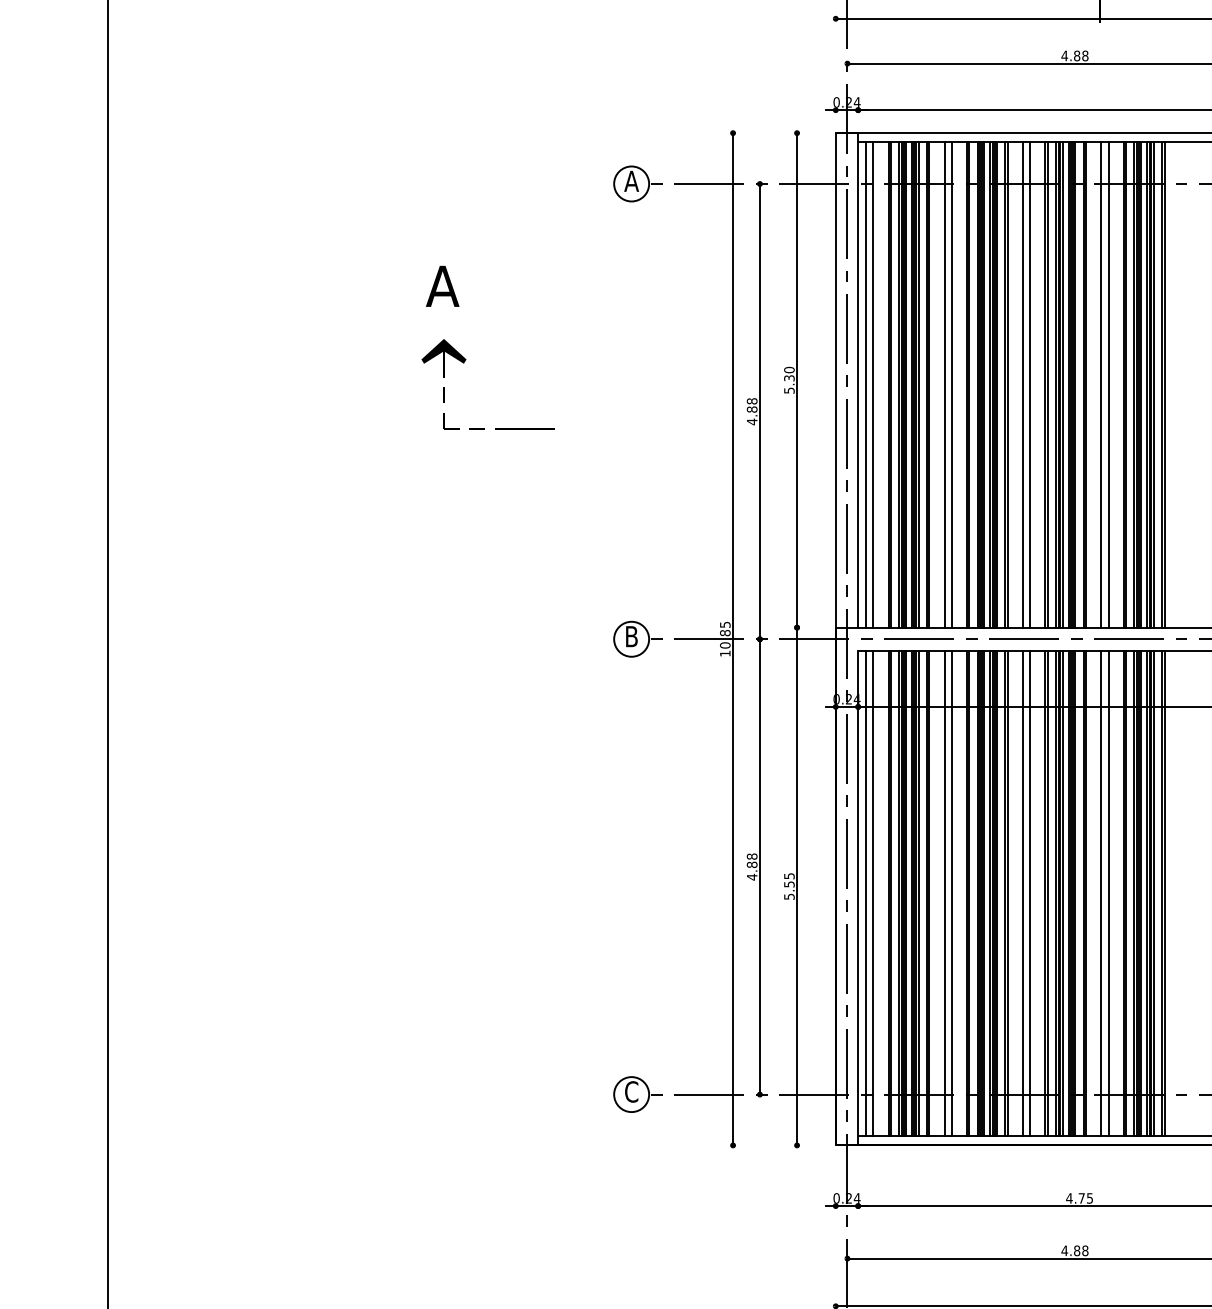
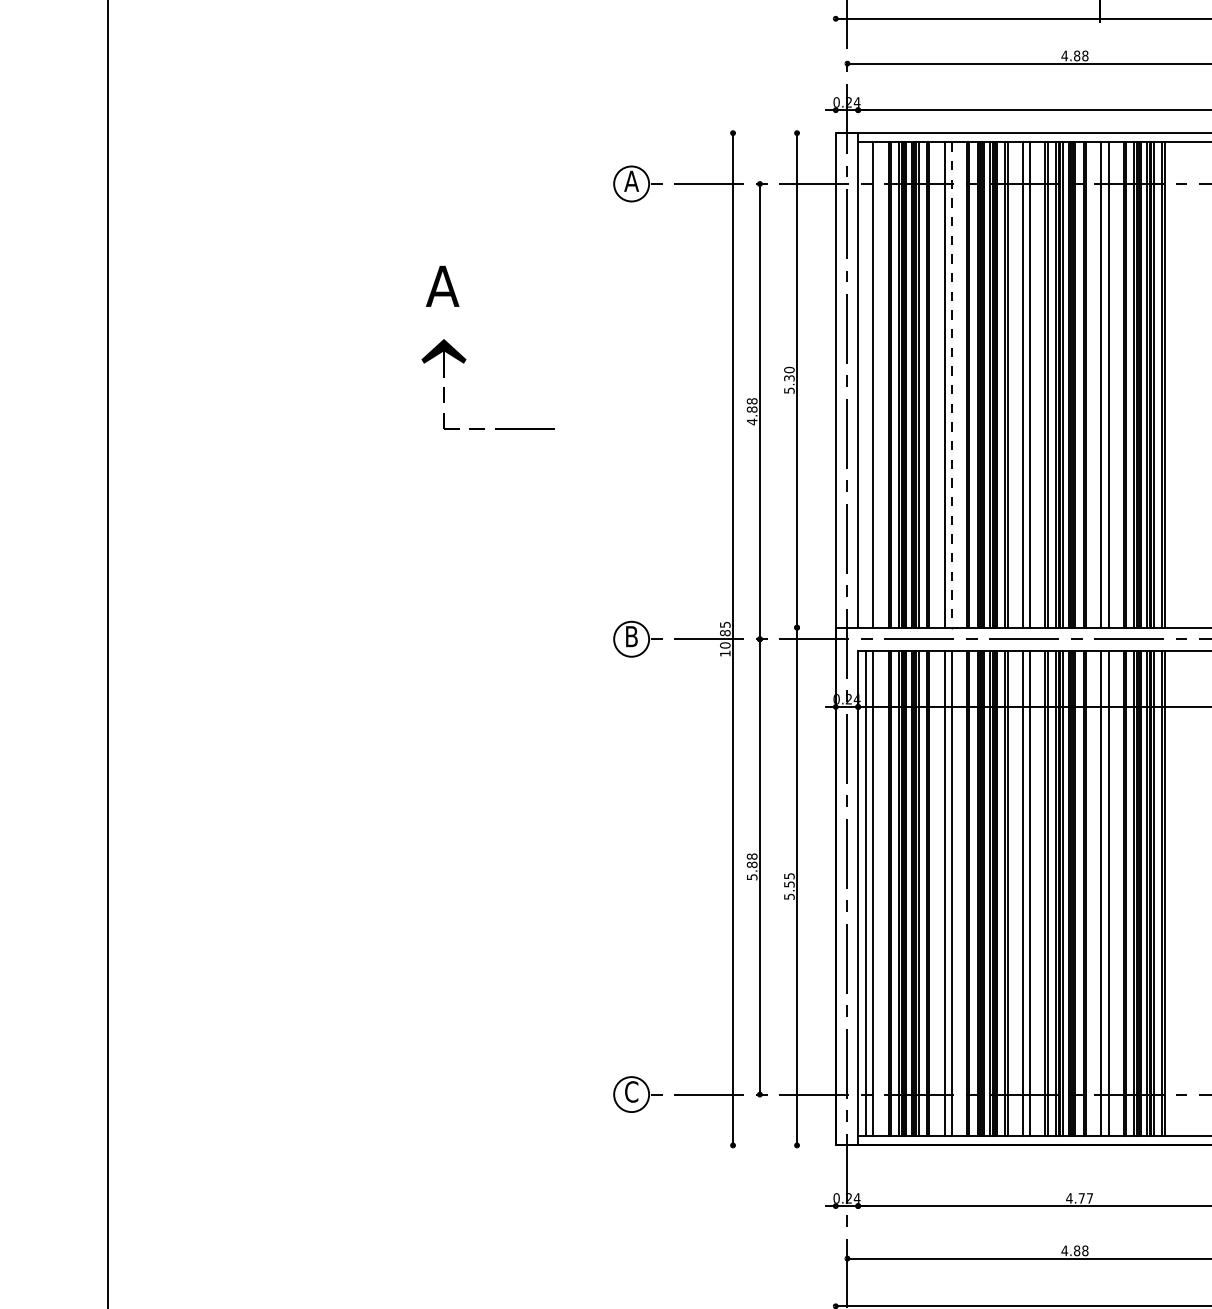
line at (866, 384): present -> none
line at (951, 385): solid -> dashed
text at (752, 876): 4.88 -> 5.88
text at (1089, 1198): 4.75 -> 4.77
